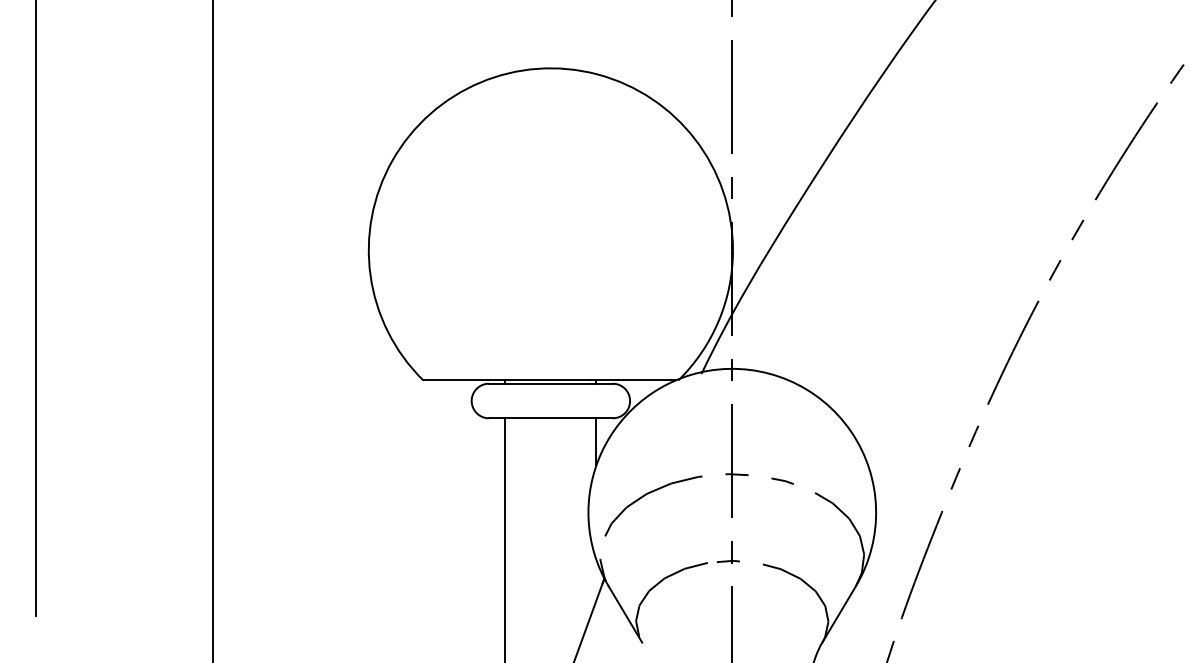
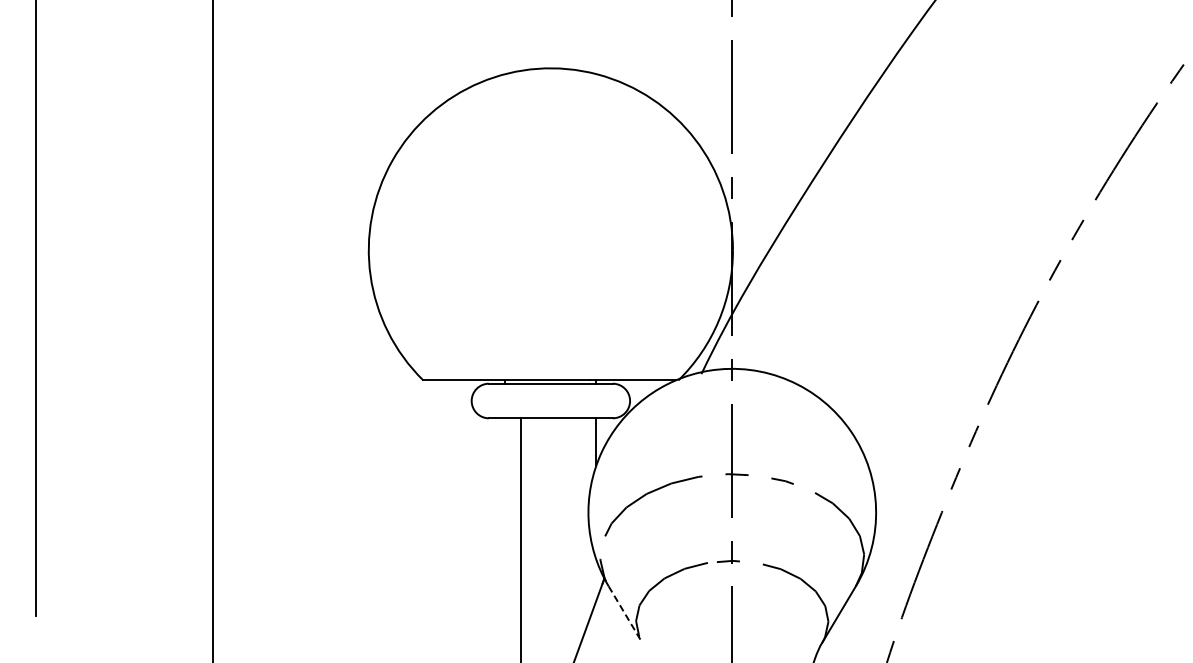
line at (505, 538) position: (505, 538) -> (521, 538)
line at (625, 614): solid -> dashed
